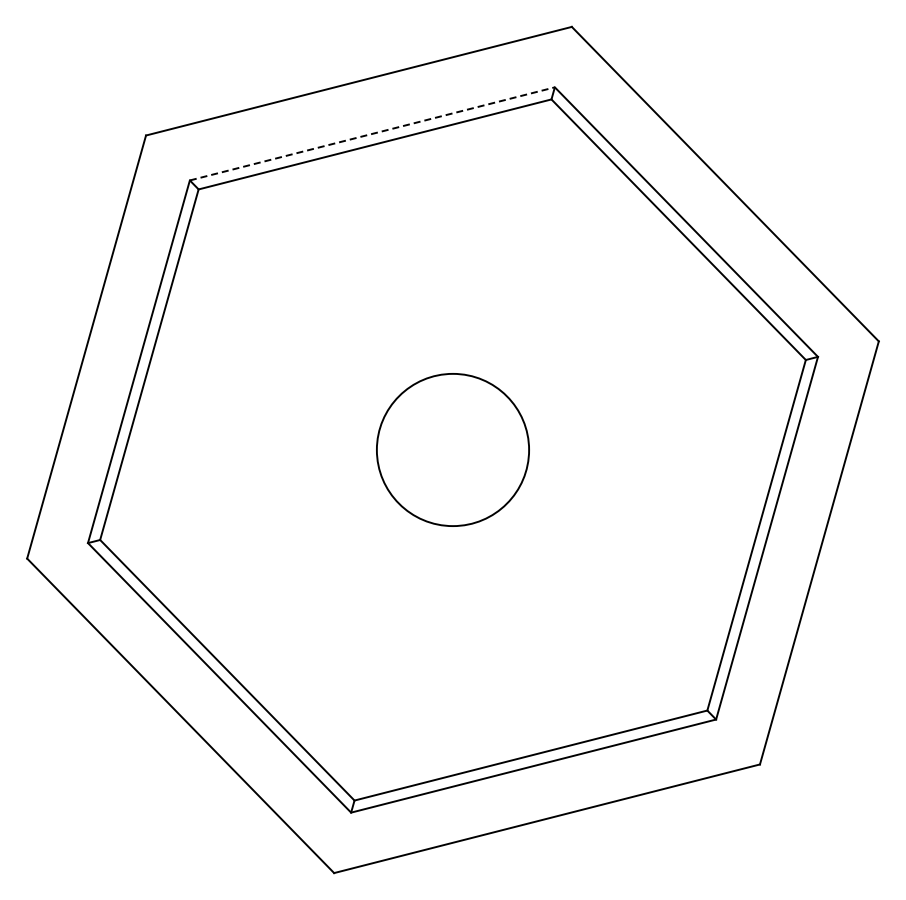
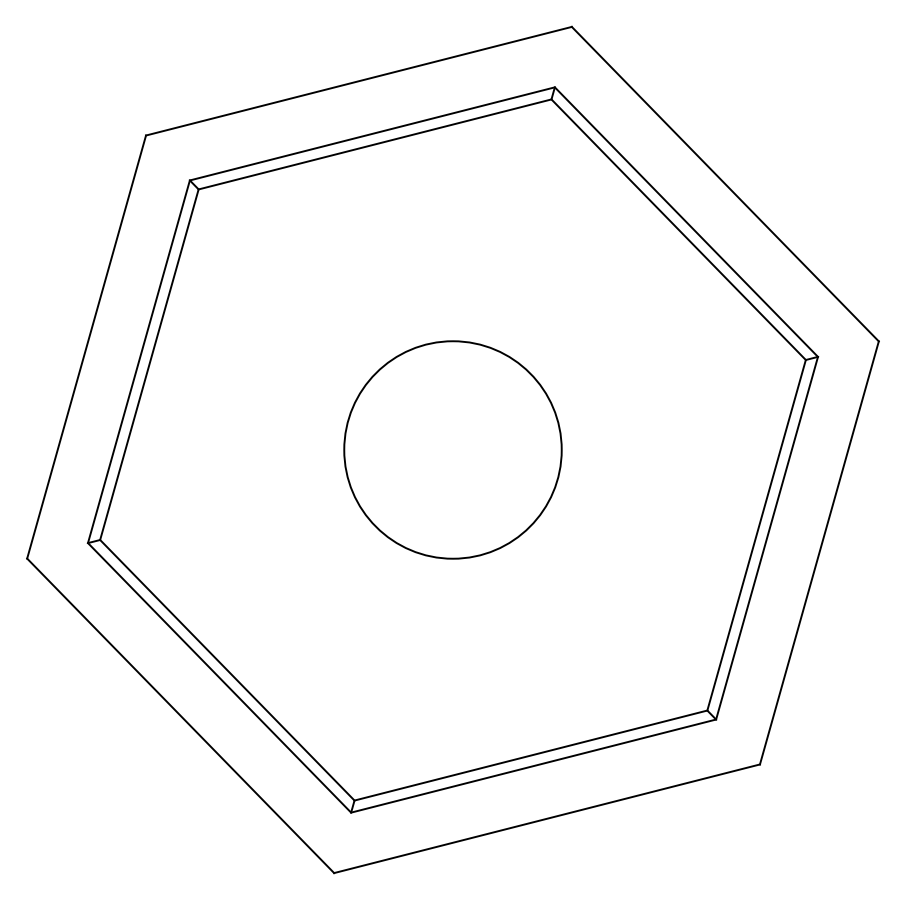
line at (372, 133): dashed -> solid
circle at (452, 449) diameter: 152 px -> 217 px
